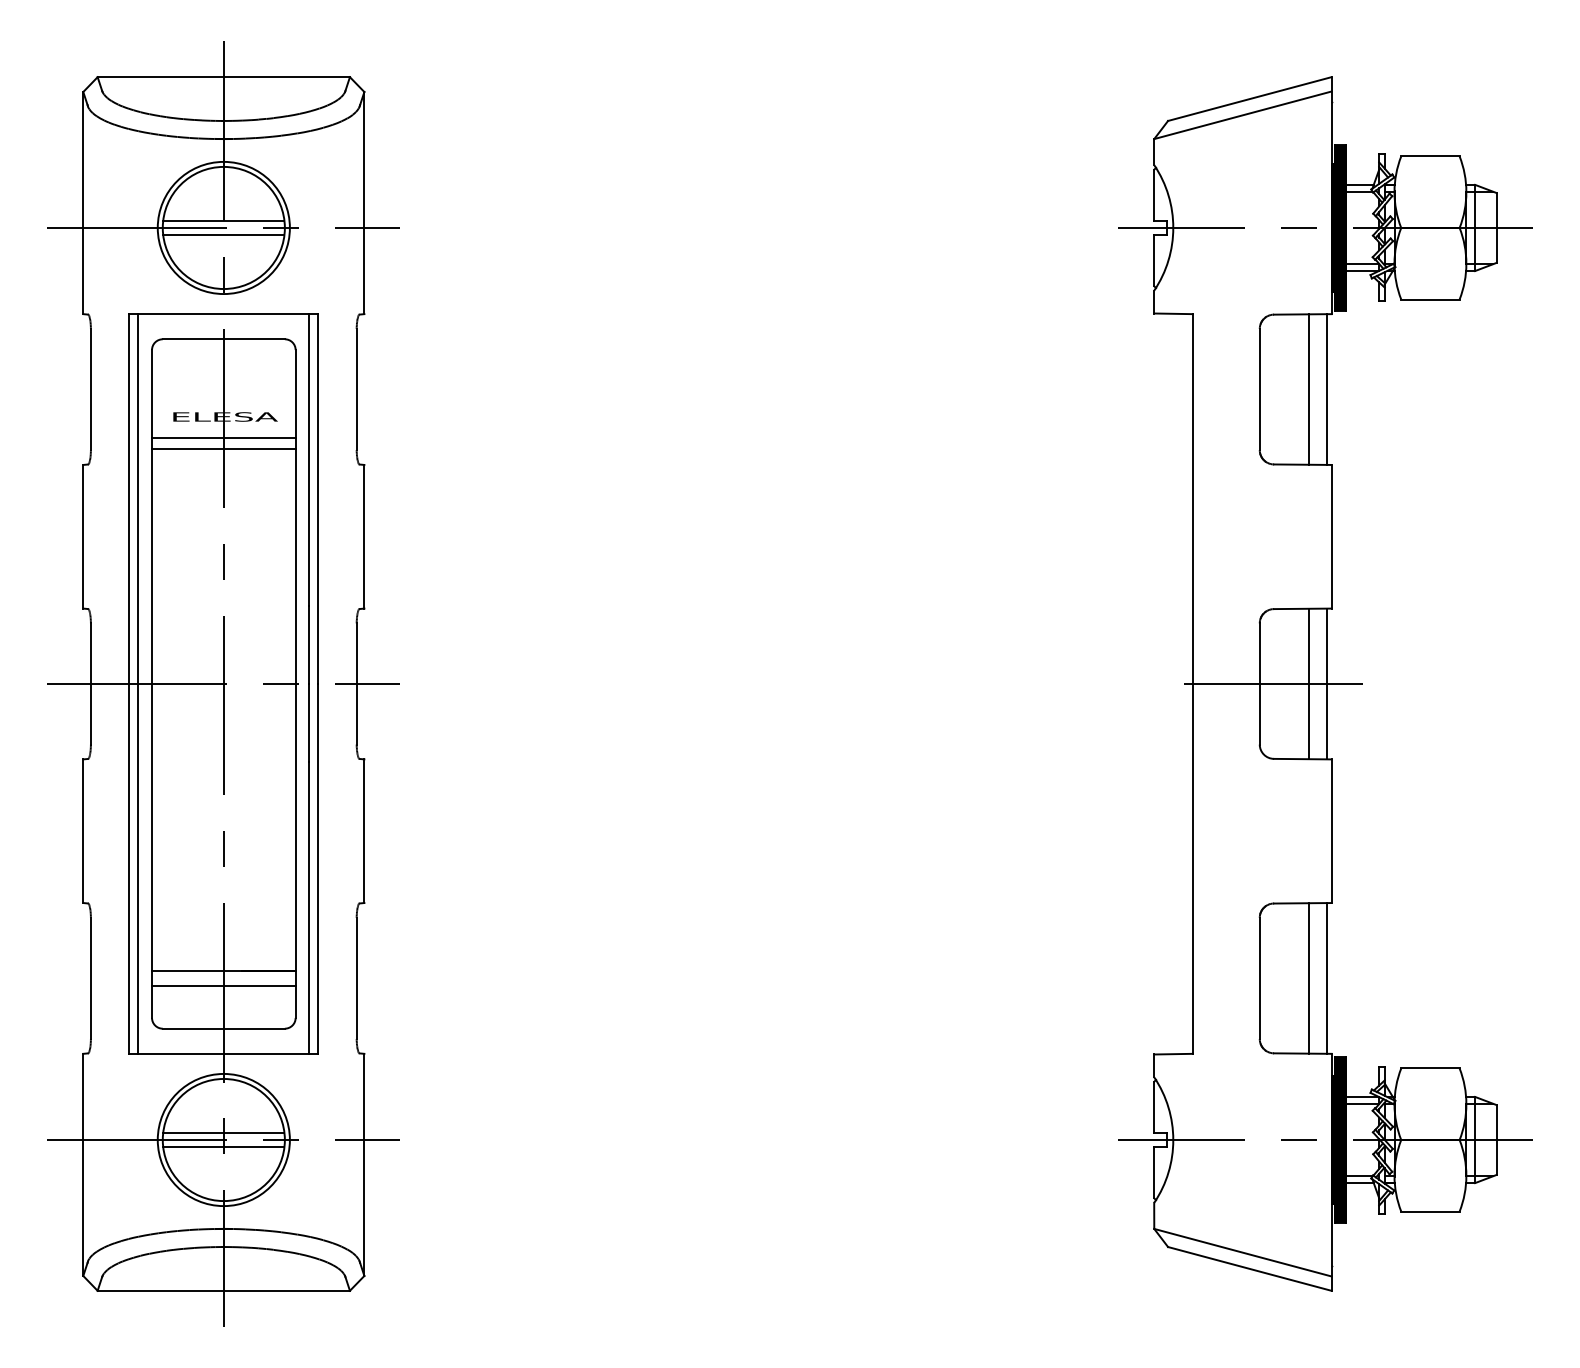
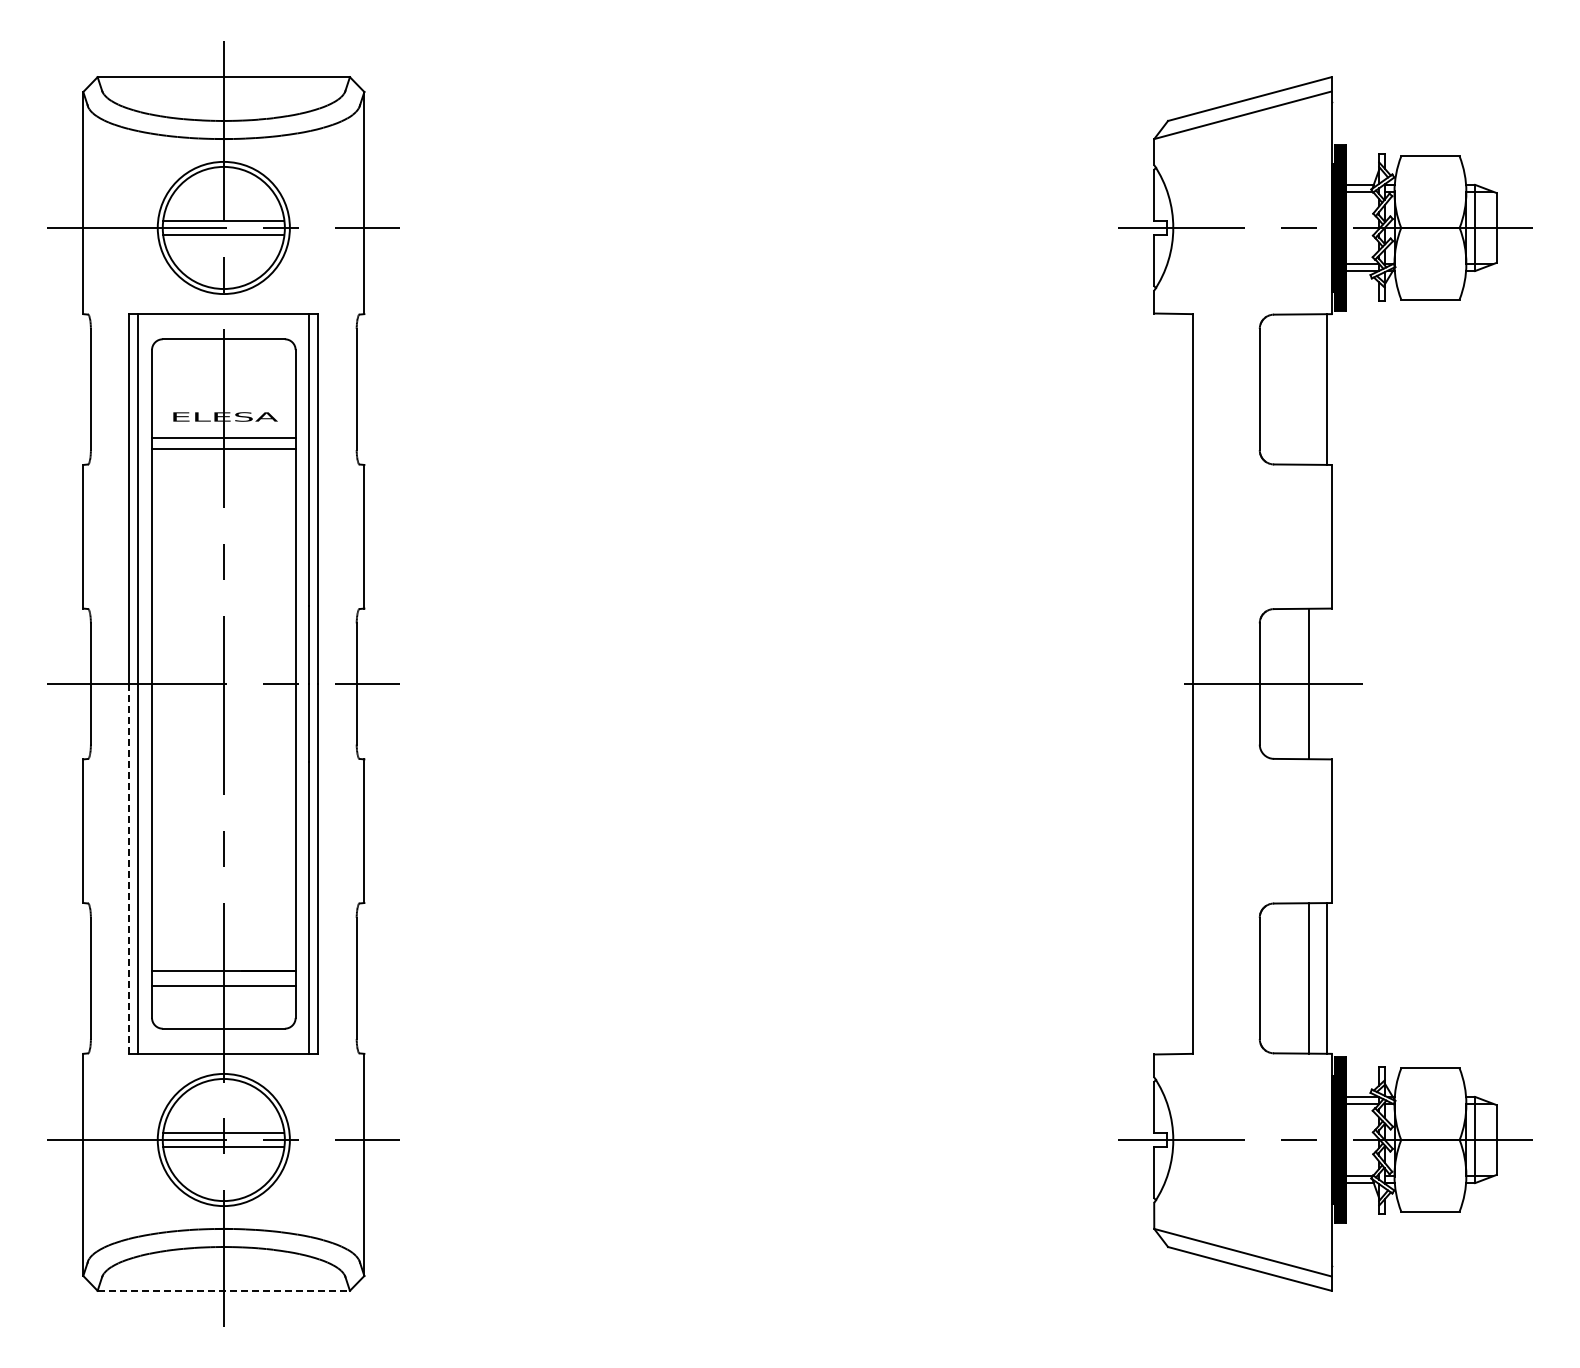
line at (1309, 389): present -> none
line at (1327, 683): present -> none
line at (129, 868): solid -> dashed
line at (224, 1290): solid -> dashed
